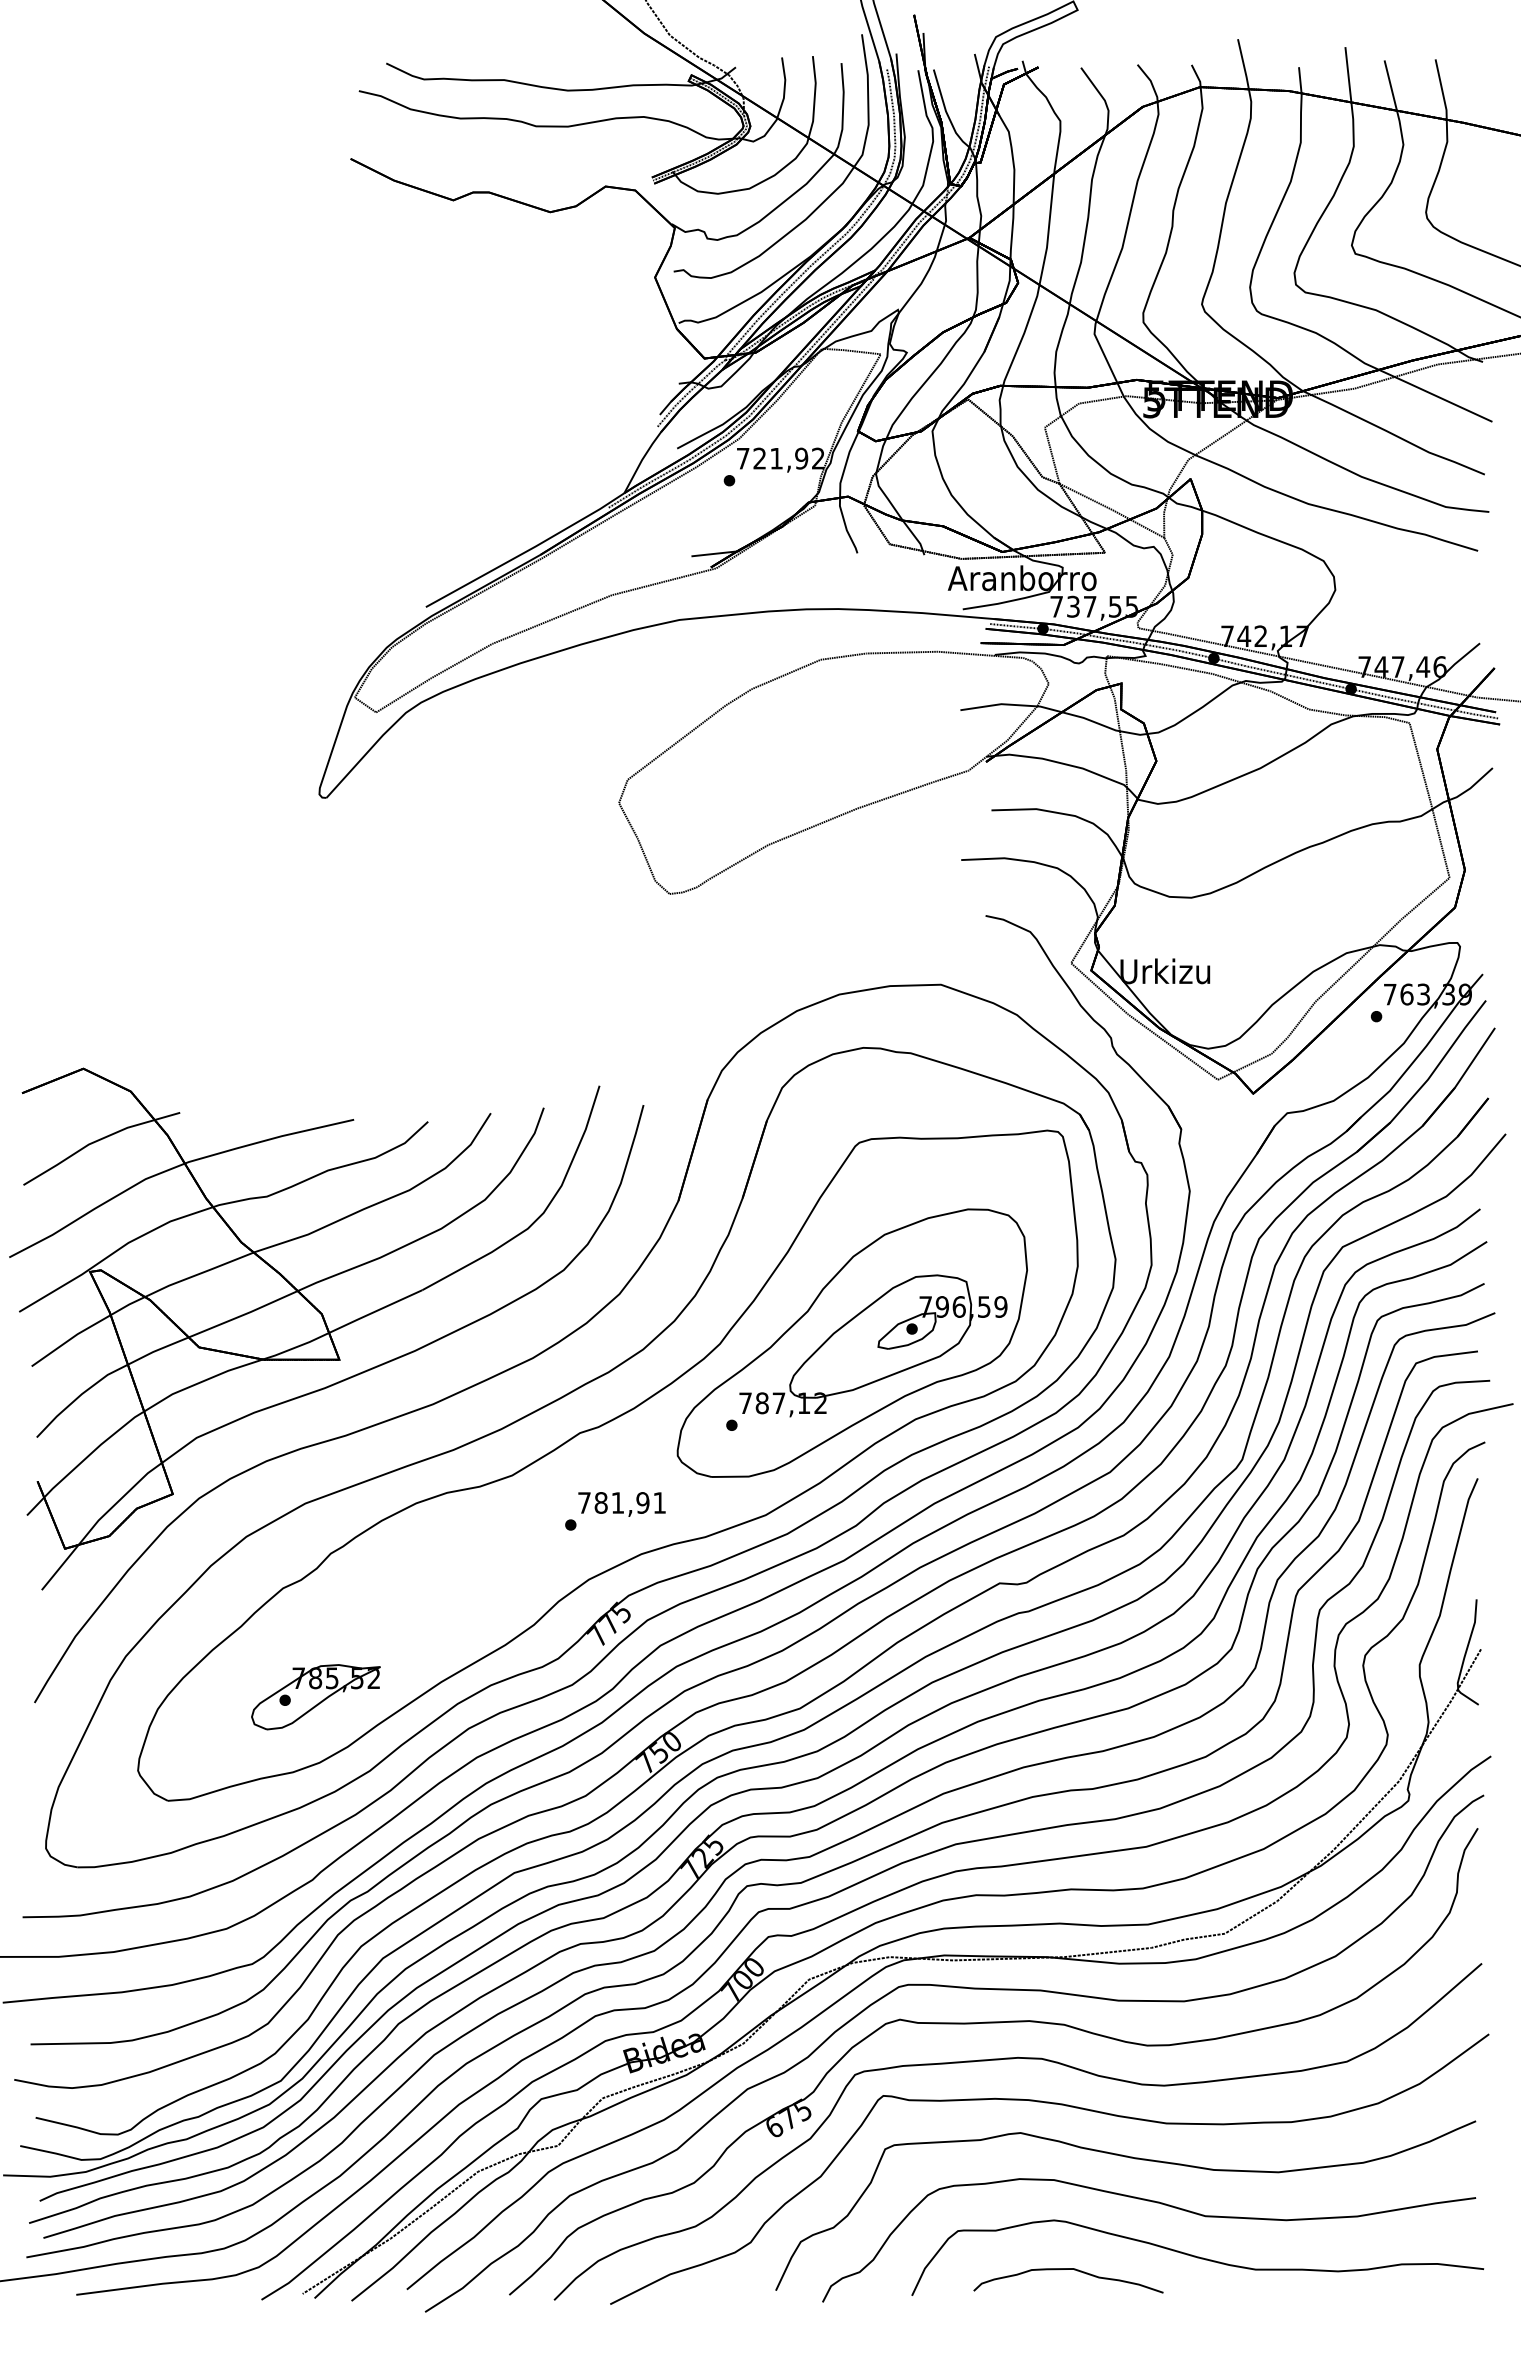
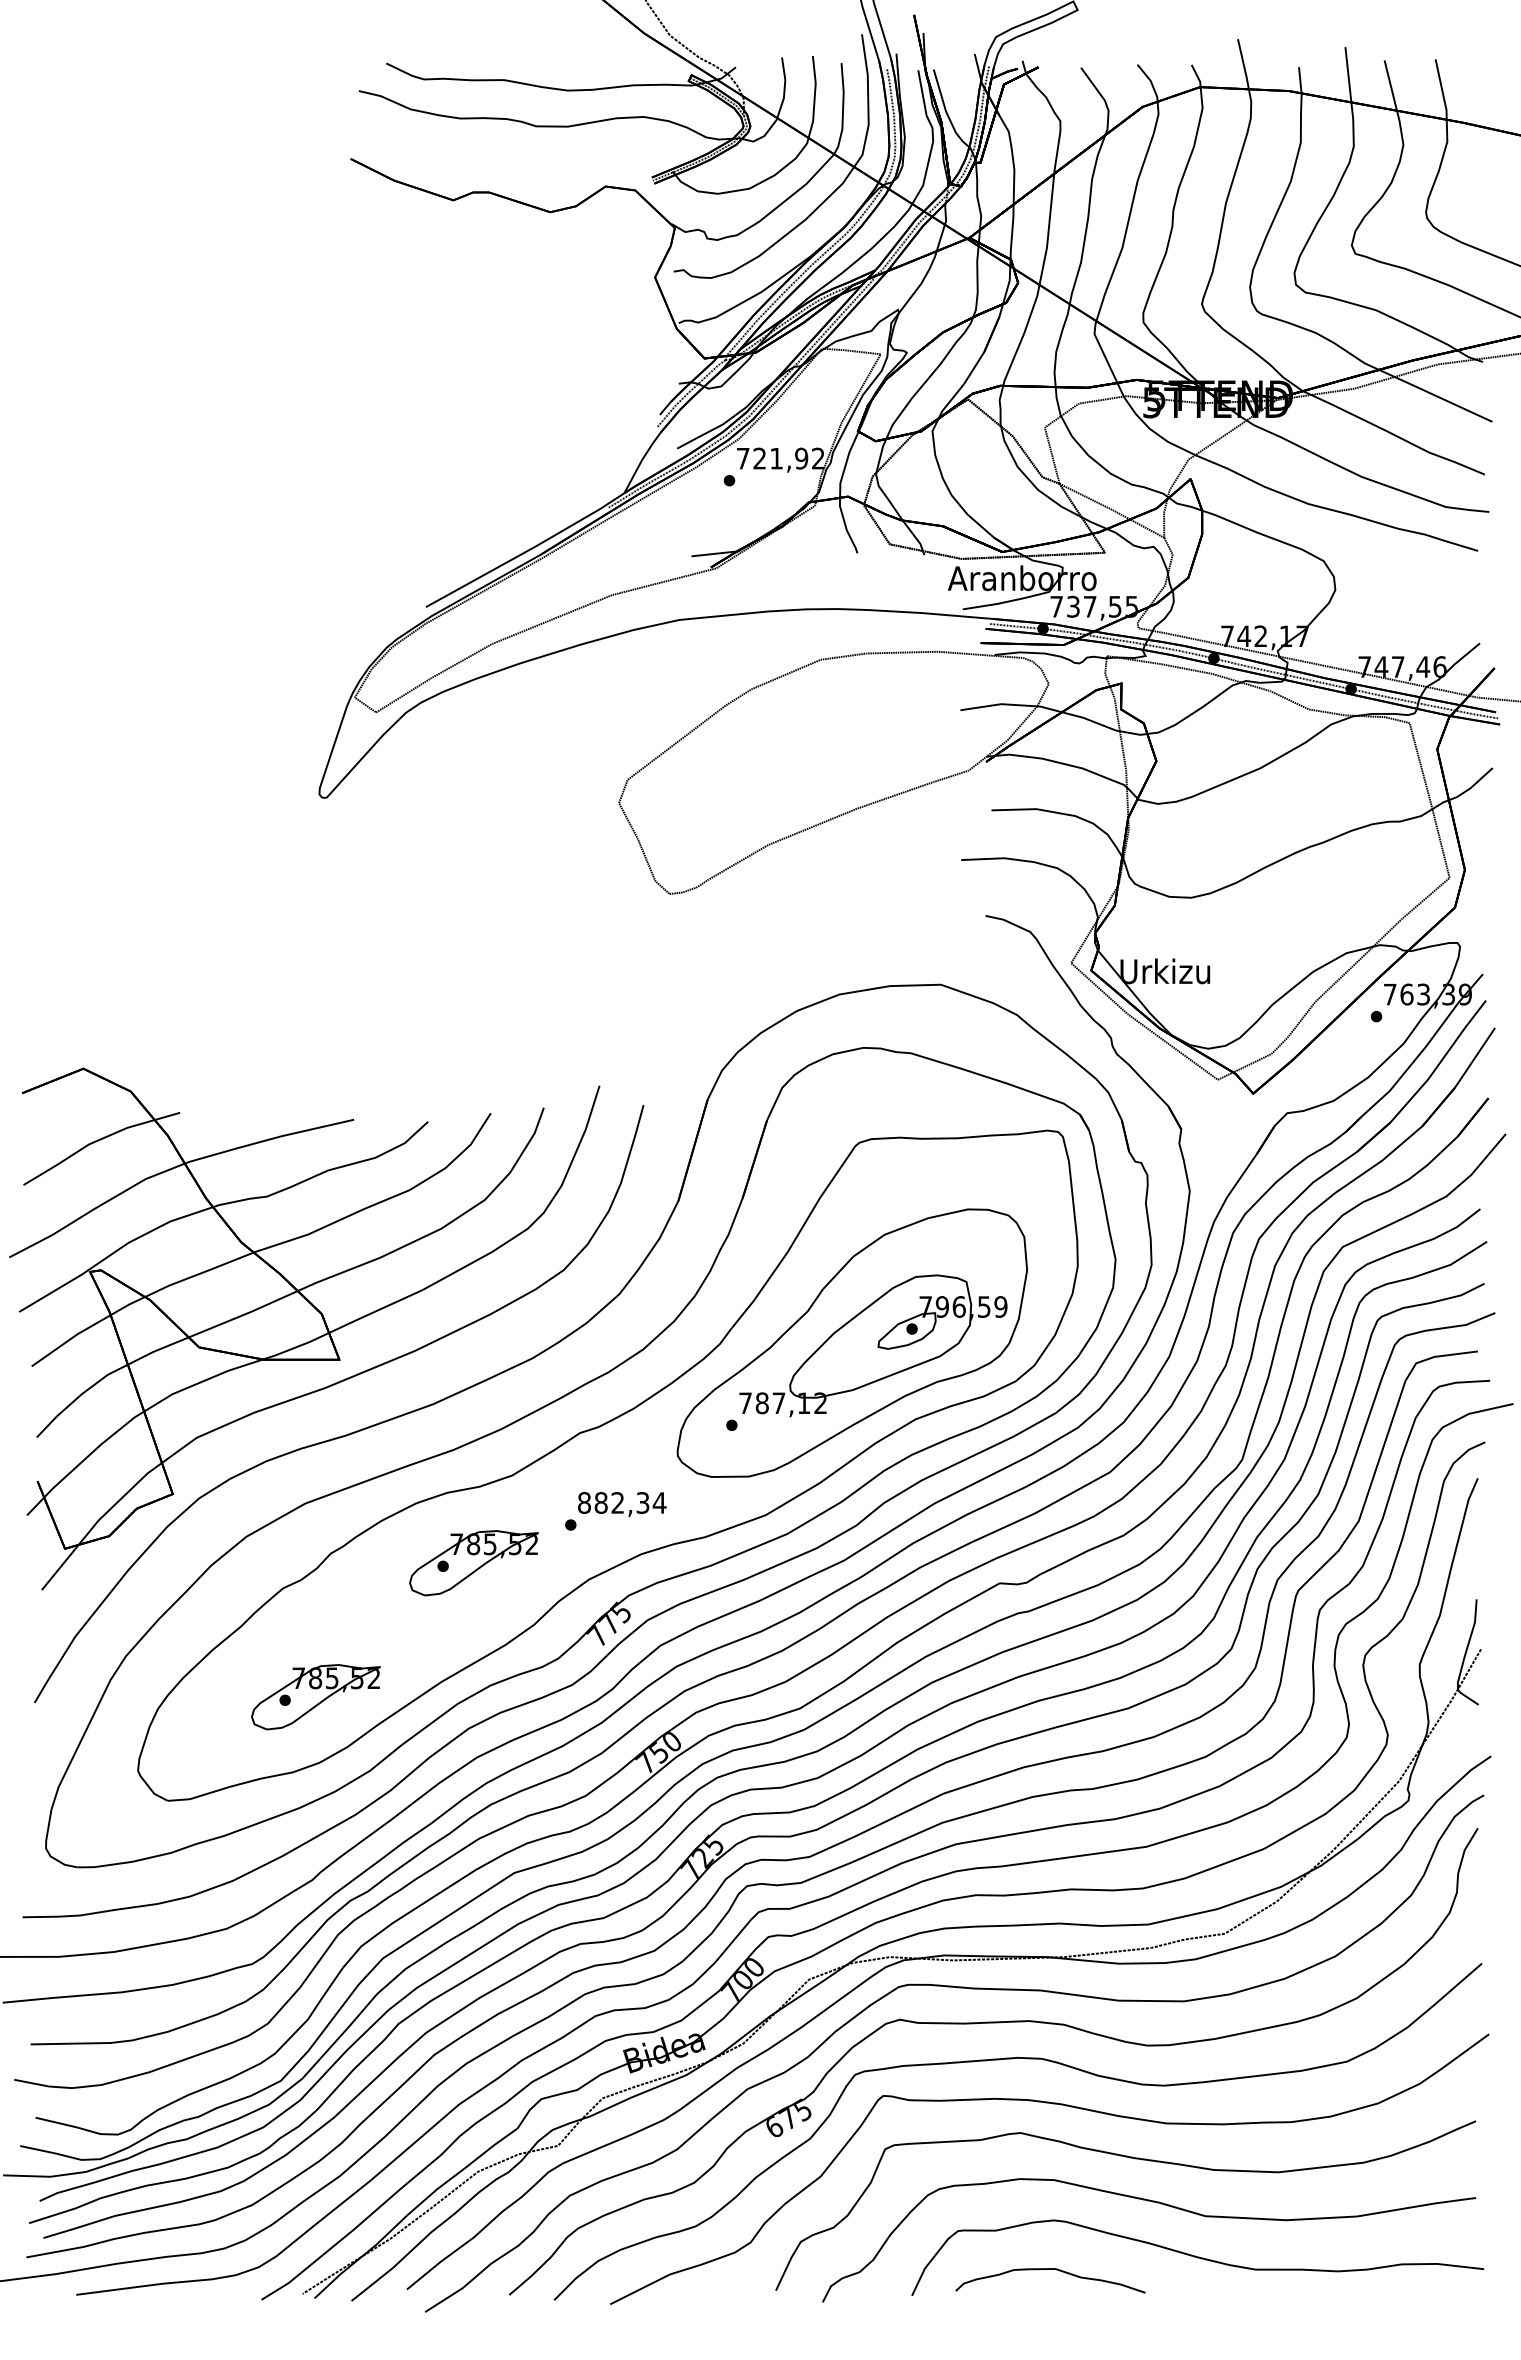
text at (622, 1502): 781,91 -> 882,34
part at (473, 1563): none -> present
curve at (1068, 2269) position: (1068, 2269) -> (1050, 2269)
